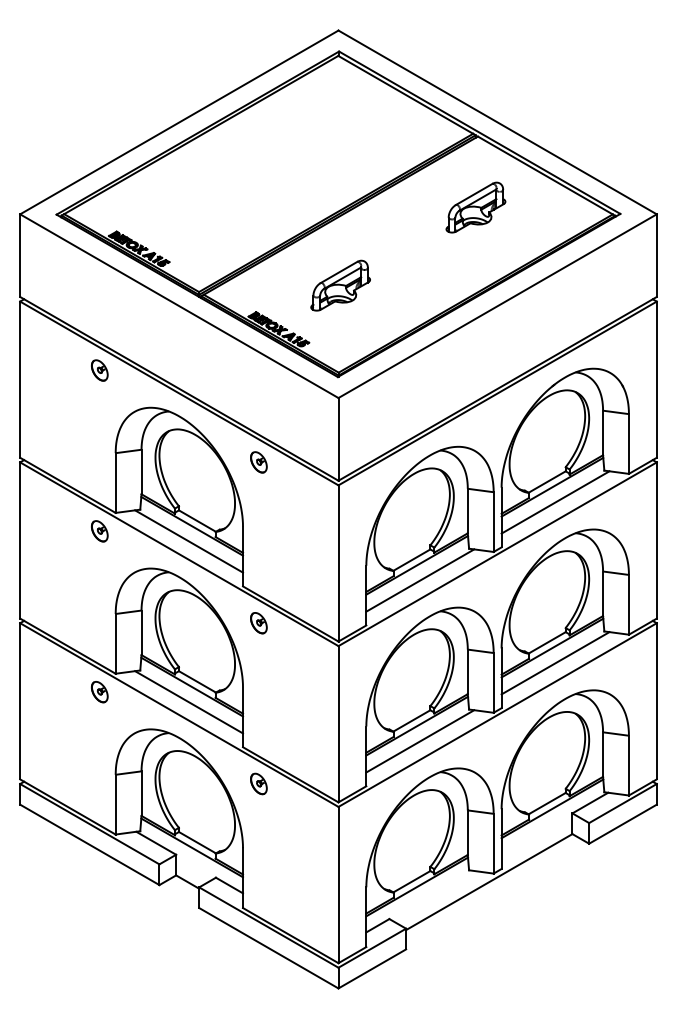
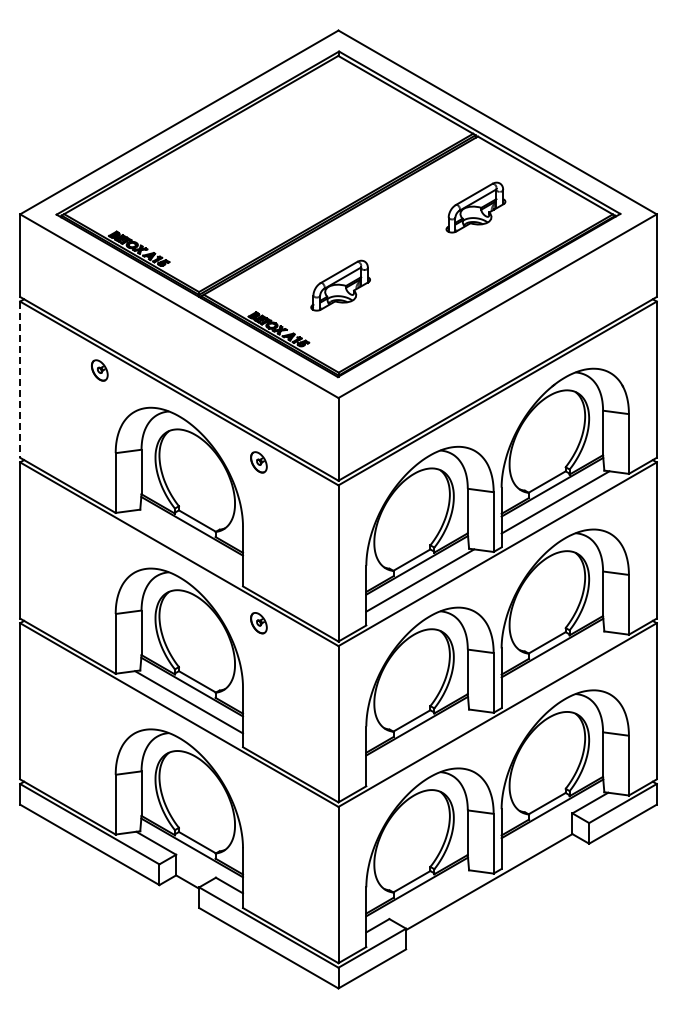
line at (20, 380): solid -> dashed
part at (99, 531): present -> none
line at (189, 541): present -> none
line at (555, 663): present -> none
part at (99, 692): present -> none
line at (420, 741): present -> none
part at (258, 783): present -> none
